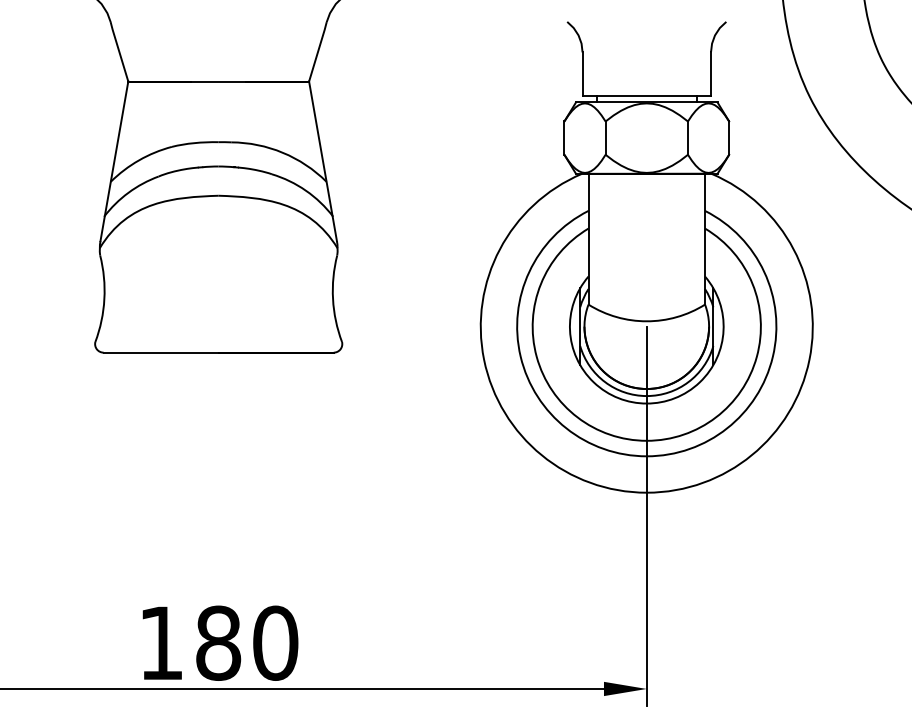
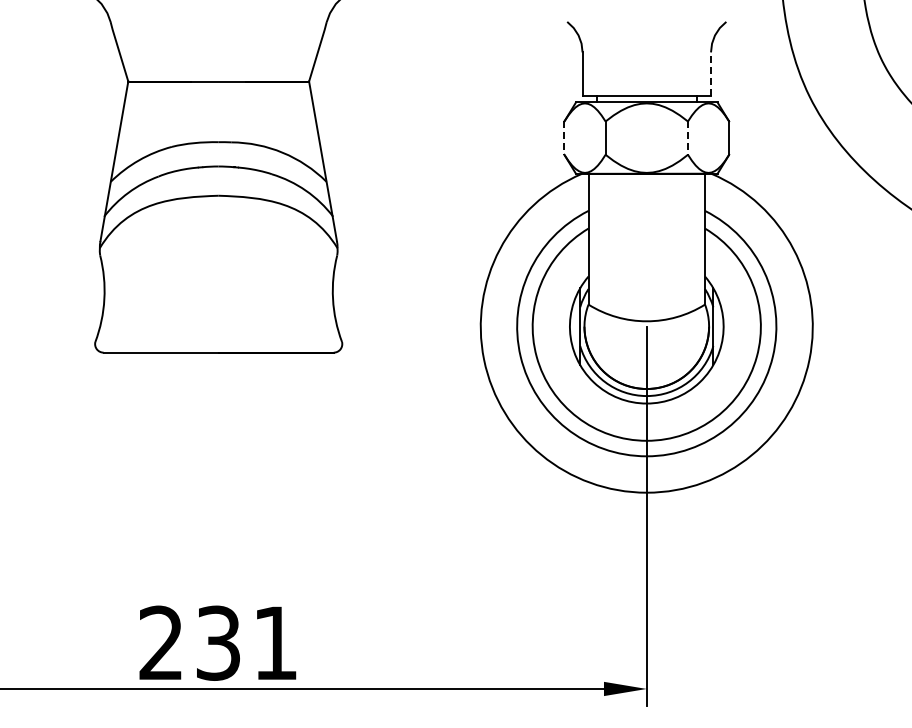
line at (711, 74): solid -> dashed
line at (564, 138): solid -> dashed
line at (687, 138): solid -> dashed
text at (218, 642): 180 -> 231
